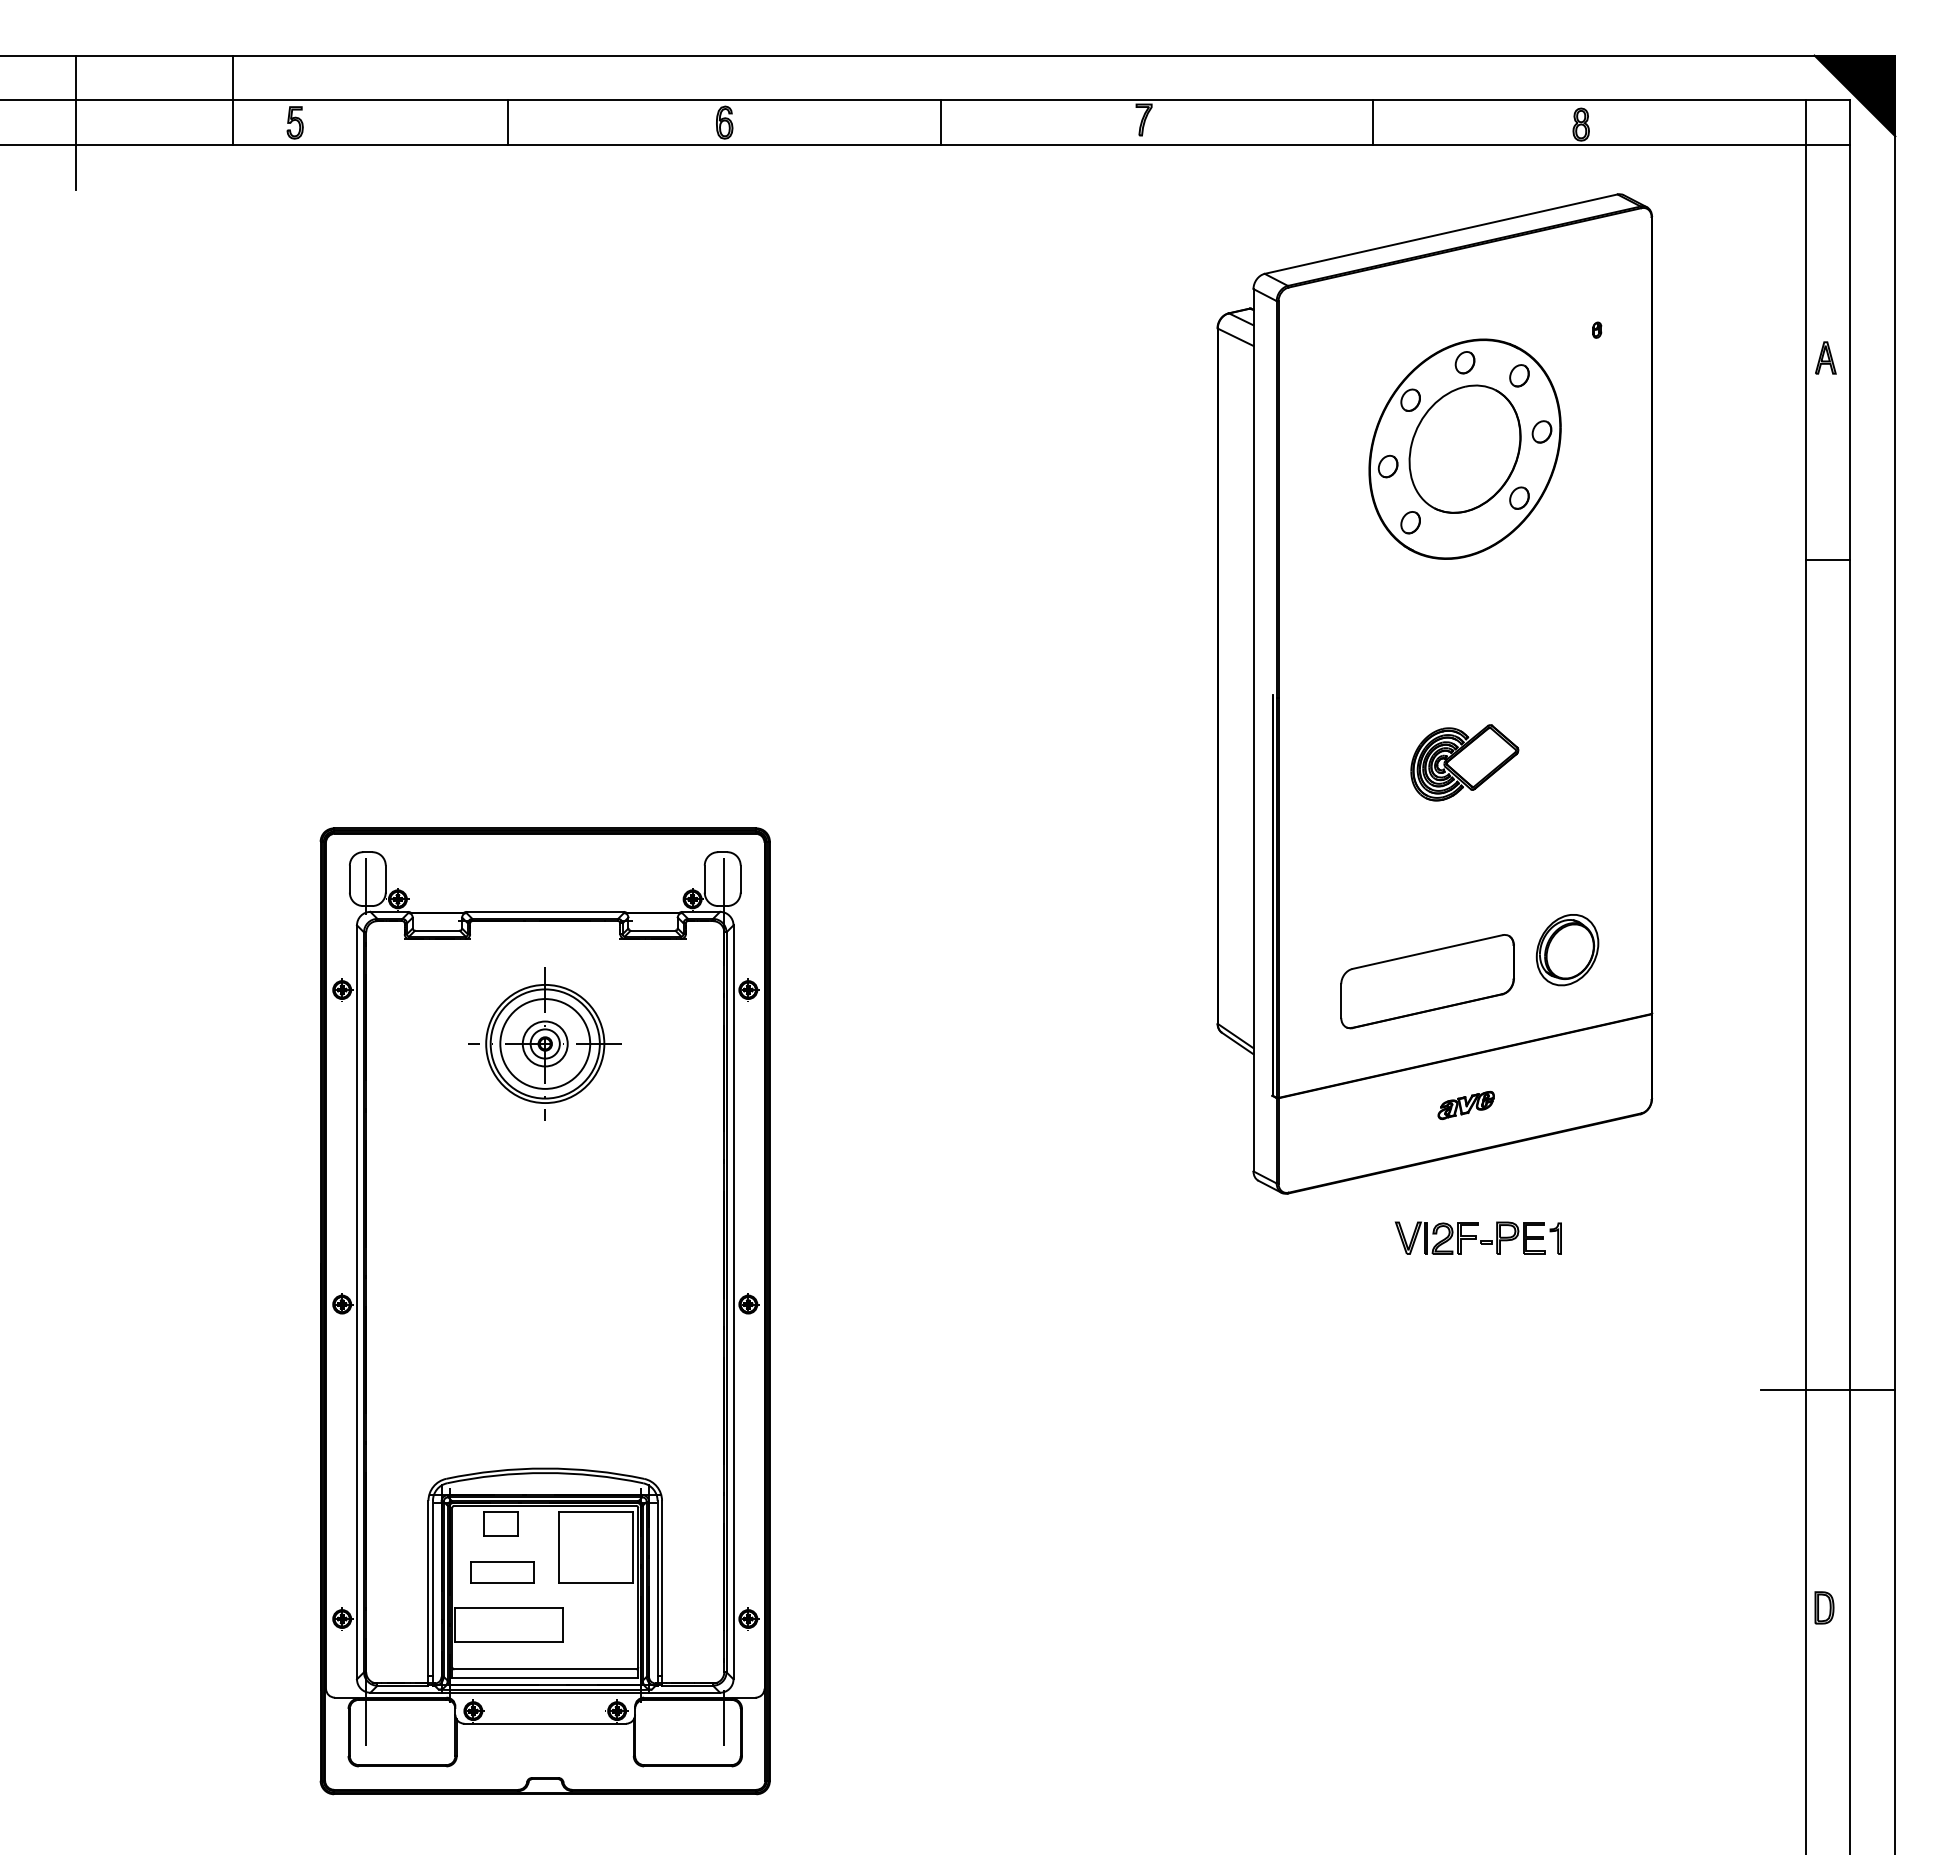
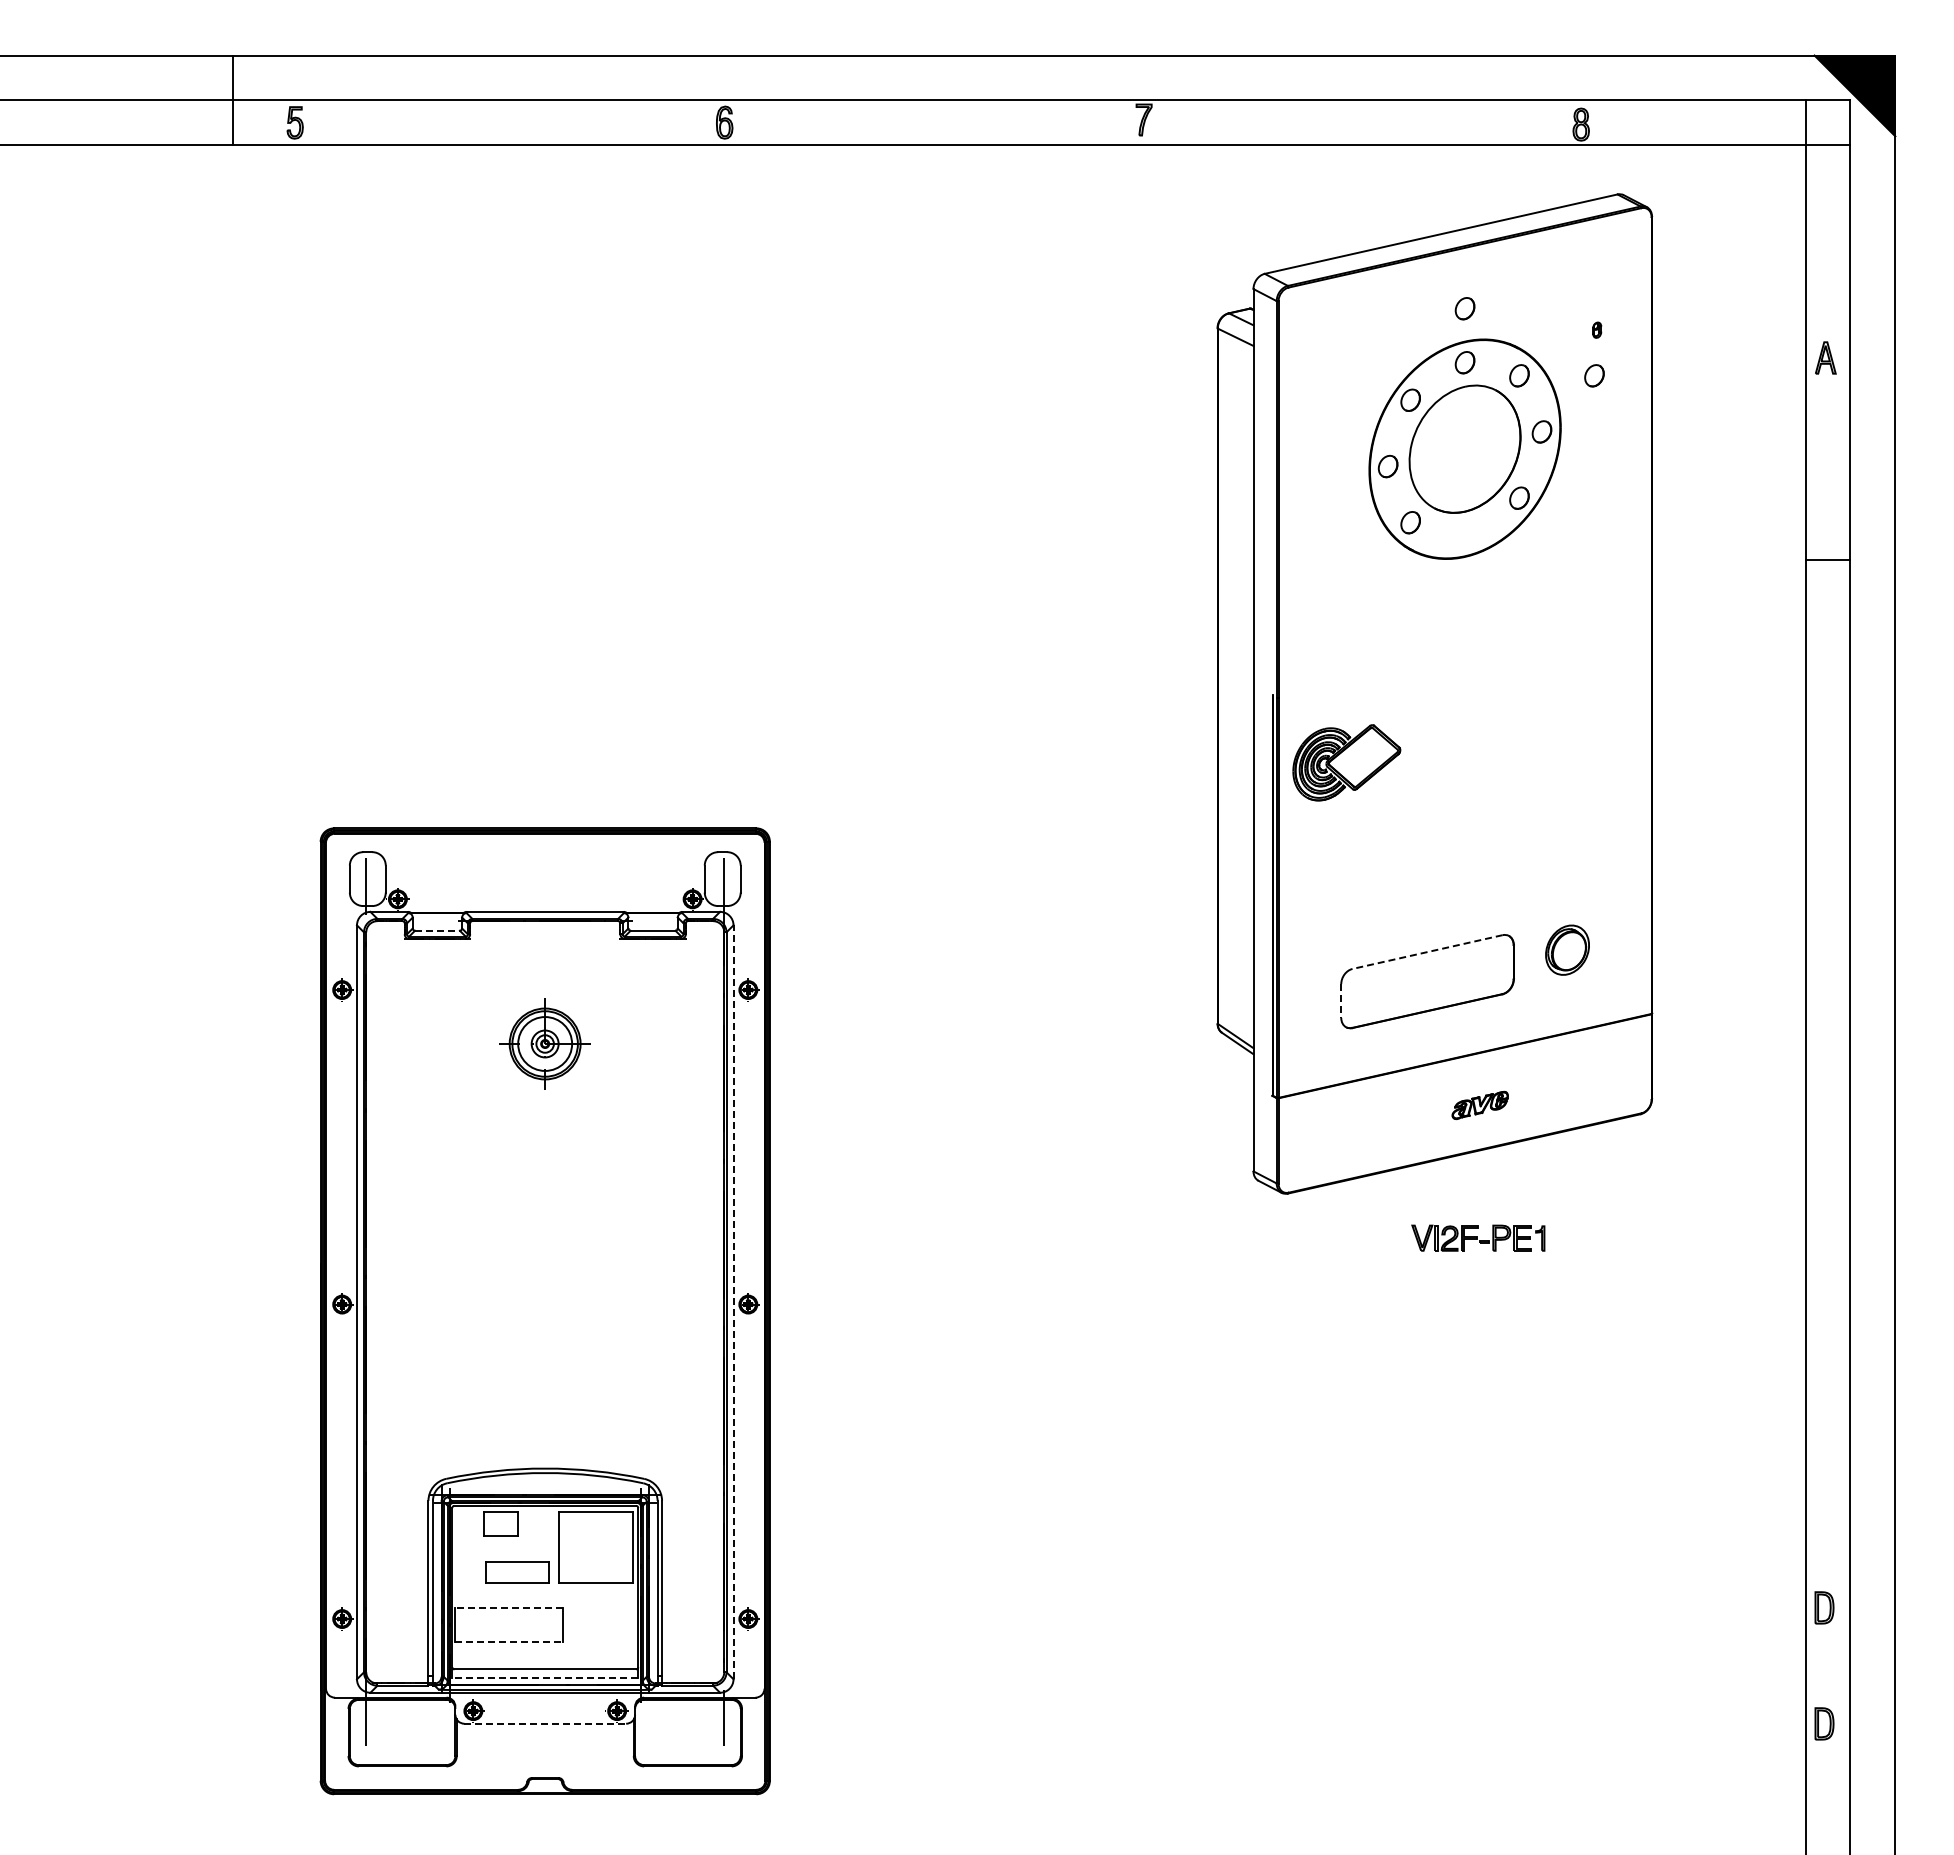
line at (75, 122): present -> none
line at (508, 122): present -> none
line at (940, 122): present -> none
line at (1373, 122): present -> none
part at (1464, 308): none -> present
part at (1594, 375): none -> present
part at (1464, 762) position: (1464, 762) -> (1346, 762)
line at (437, 930): solid -> dashed
part at (1567, 950) size: 65x73 px -> 45x52 px
line at (1427, 952): solid -> dashed
line at (1341, 1001): solid -> dashed
part at (544, 1043) size: 154x154 px -> 92x92 px
part at (1465, 1105) position: (1465, 1105) -> (1479, 1105)
part at (1477, 1237) size: 168x34 px -> 135x28 px
line at (733, 1302): solid -> dashed
line at (1827, 1389): present -> none
part at (502, 1572) position: (502, 1572) -> (517, 1572)
line at (509, 1607): solid -> dashed
line at (509, 1641): solid -> dashed
line at (545, 1678): solid -> dashed
line at (545, 1723): solid -> dashed
part at (1824, 1723): none -> present
